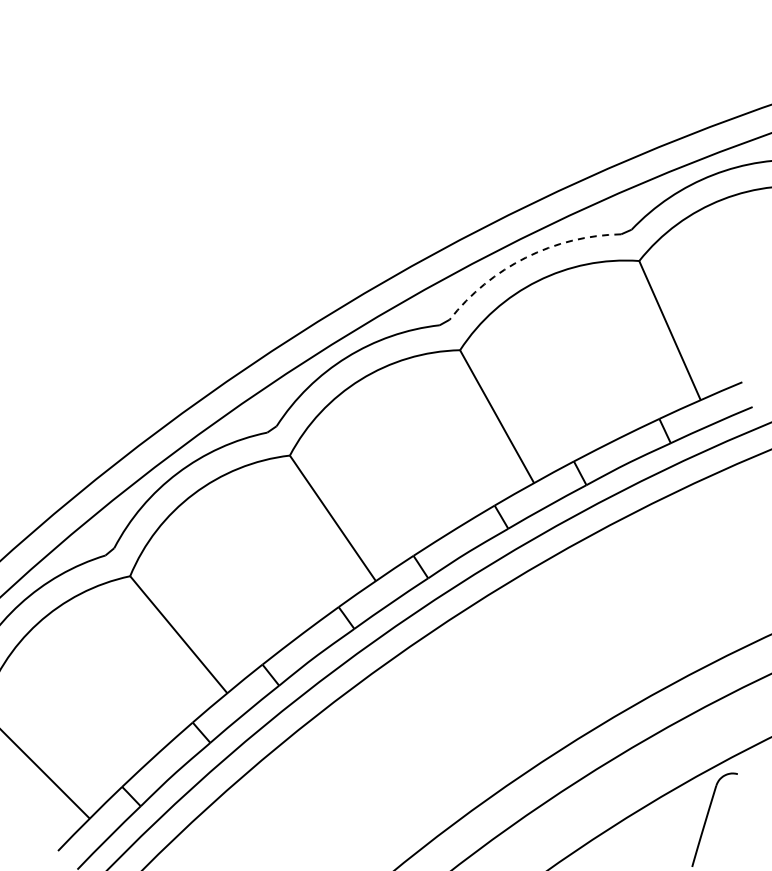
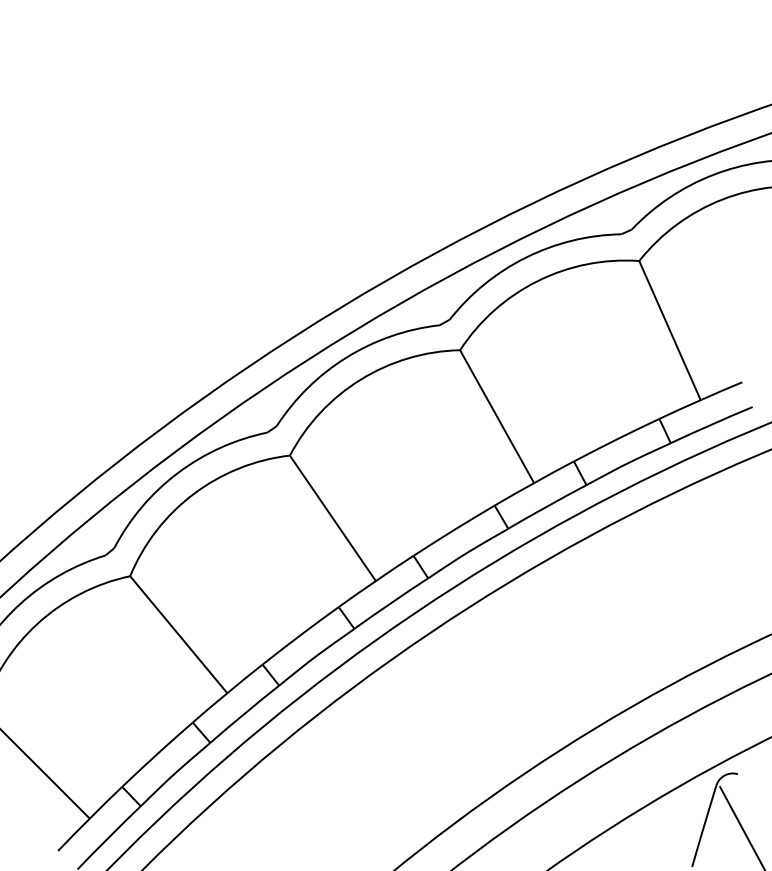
arc at (525, 257): dashed -> solid
line at (741, 826): none -> present
